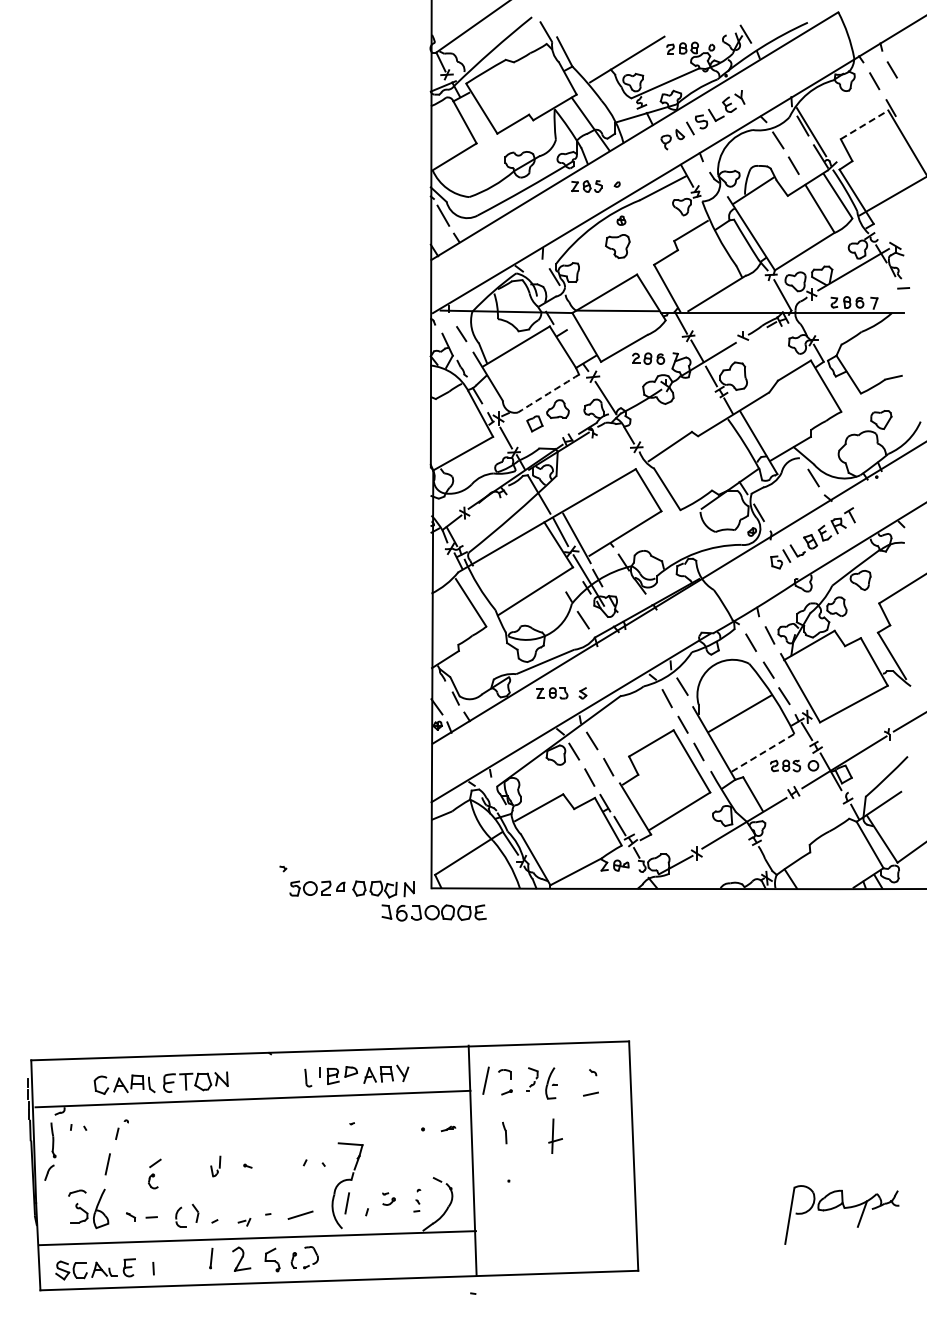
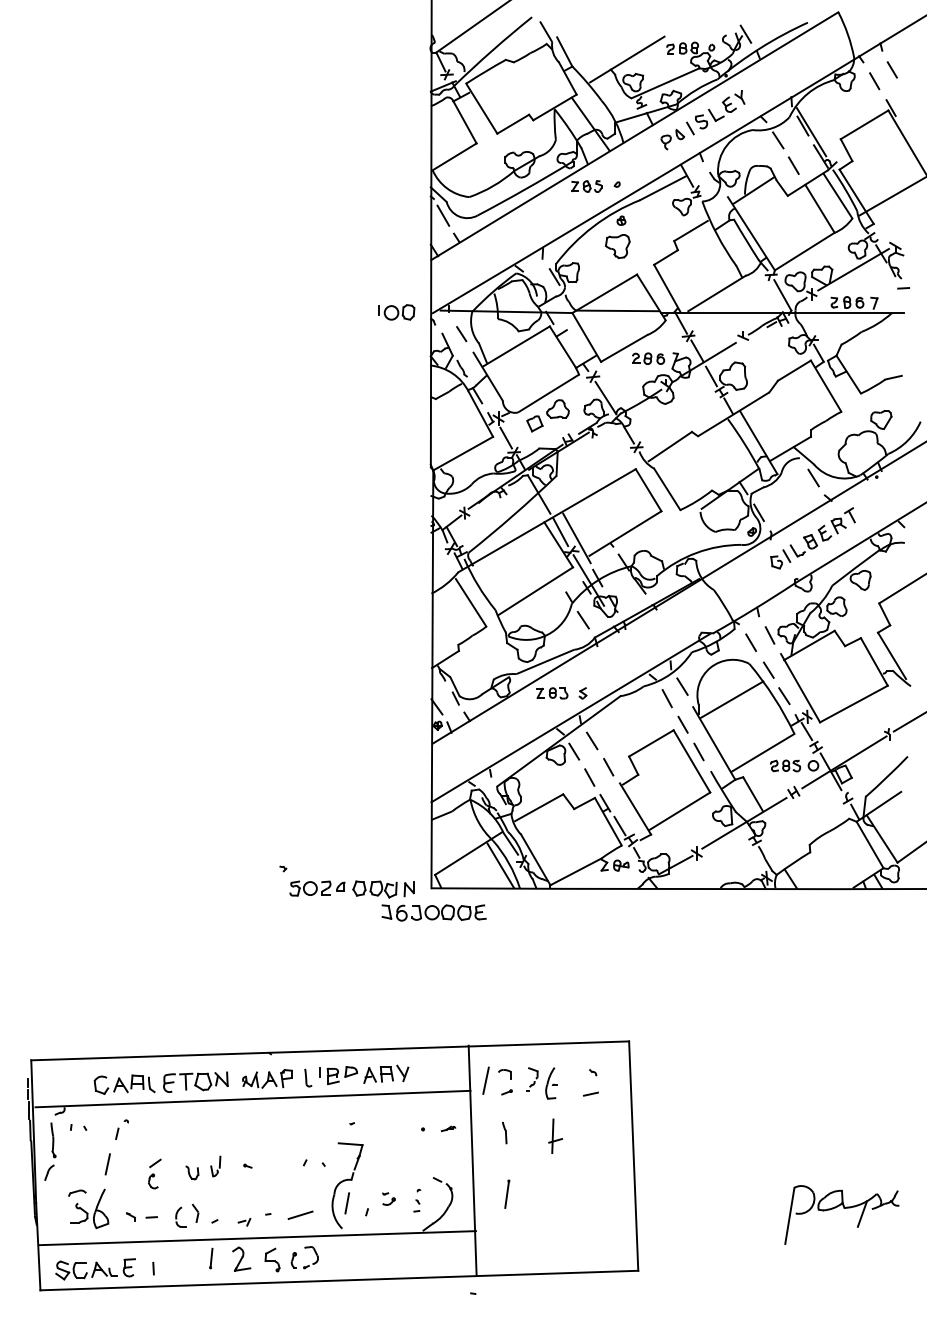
line at (864, 124): dashed -> solid
part at (396, 312): none -> present
arc at (548, 393): dashed -> solid
line at (739, 713) position: (739, 713) -> (731, 699)
line at (763, 752): dashed -> solid
line at (500, 865): none -> present
part at (267, 1078): none -> present
part at (192, 1172): none -> present
line at (506, 1194): none -> present
